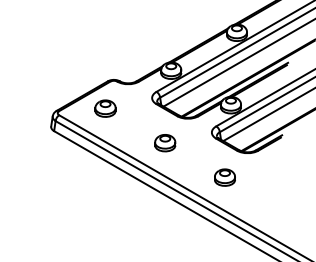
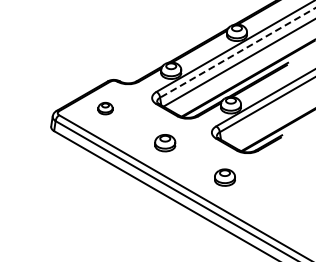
line at (237, 53): solid -> dashed
part at (105, 108) size: 23x19 px -> 17x15 px
line at (267, 115): present -> none
